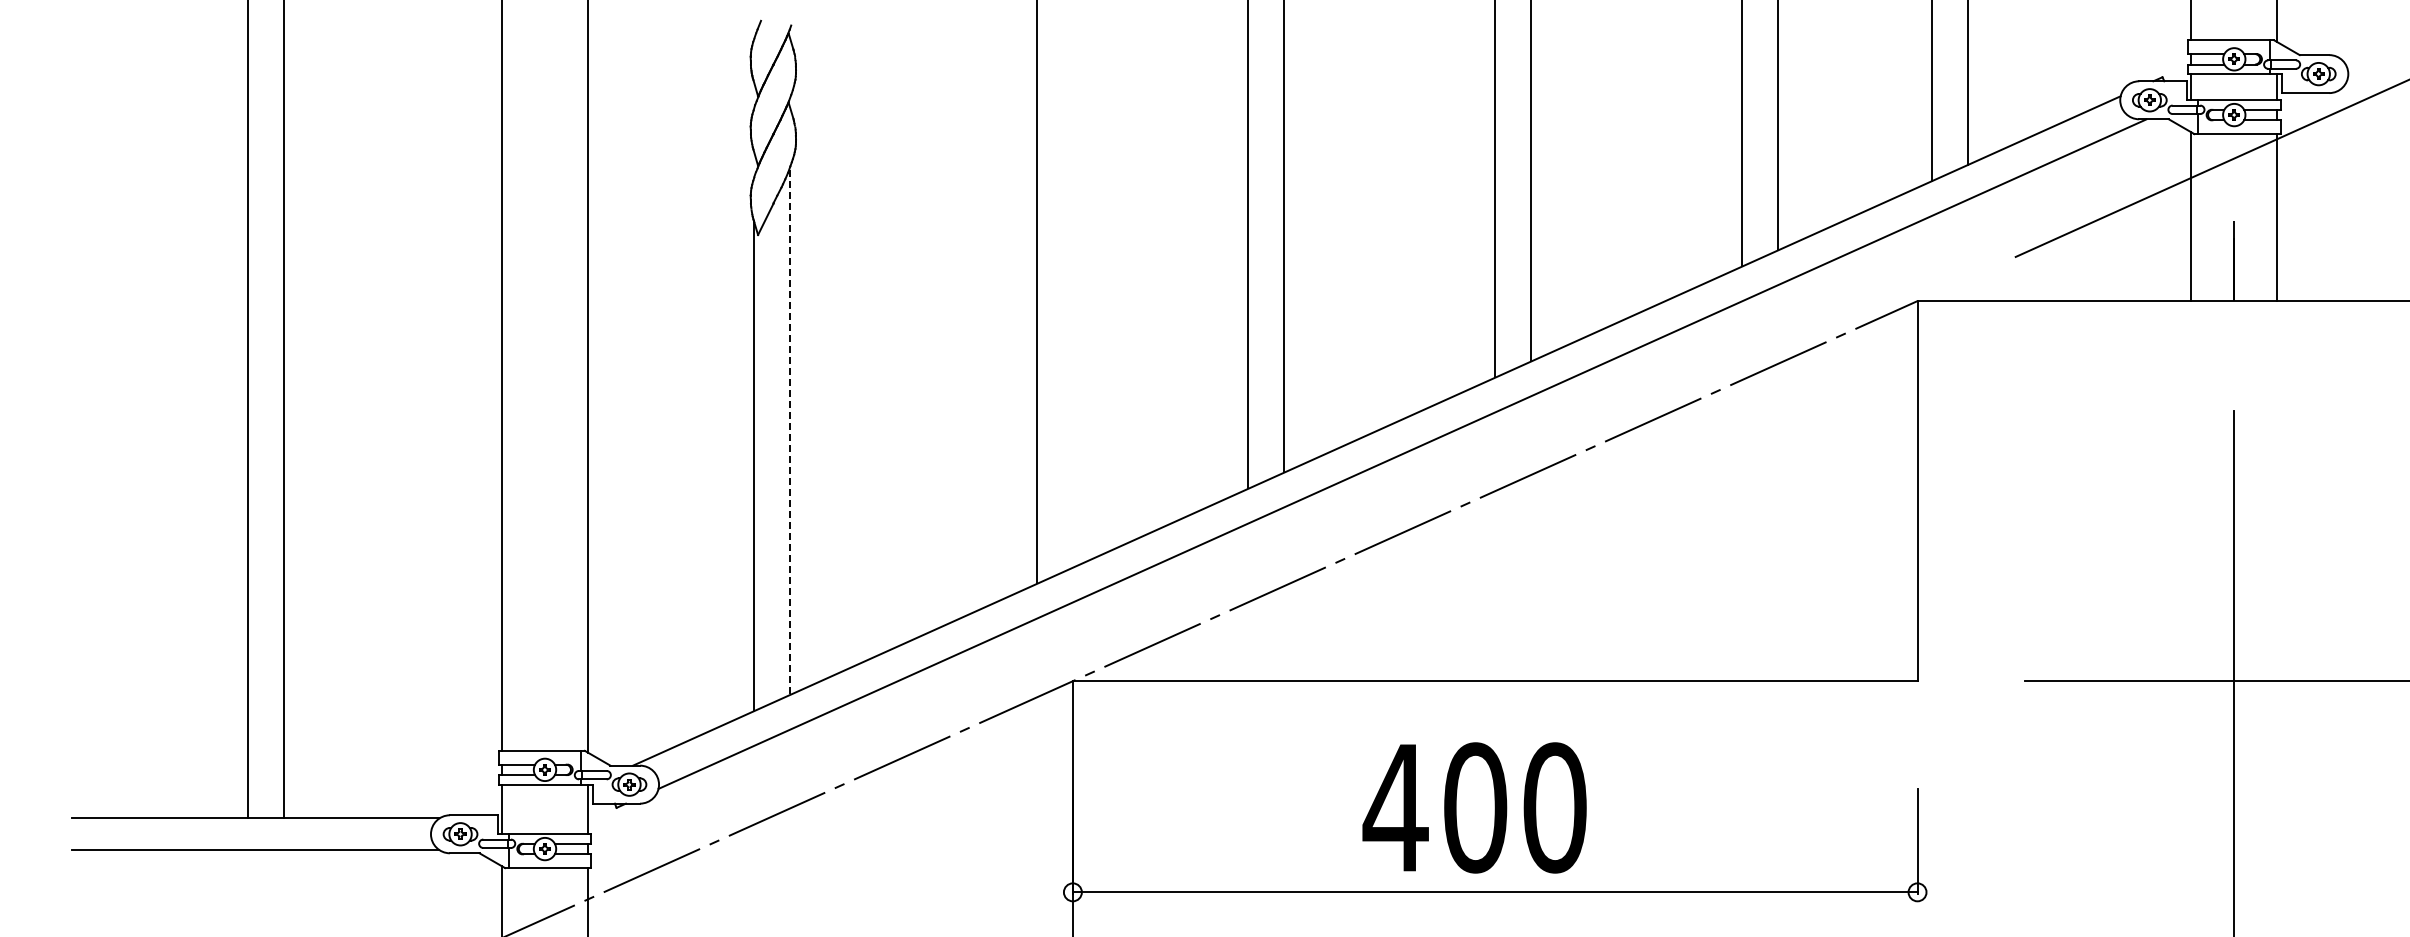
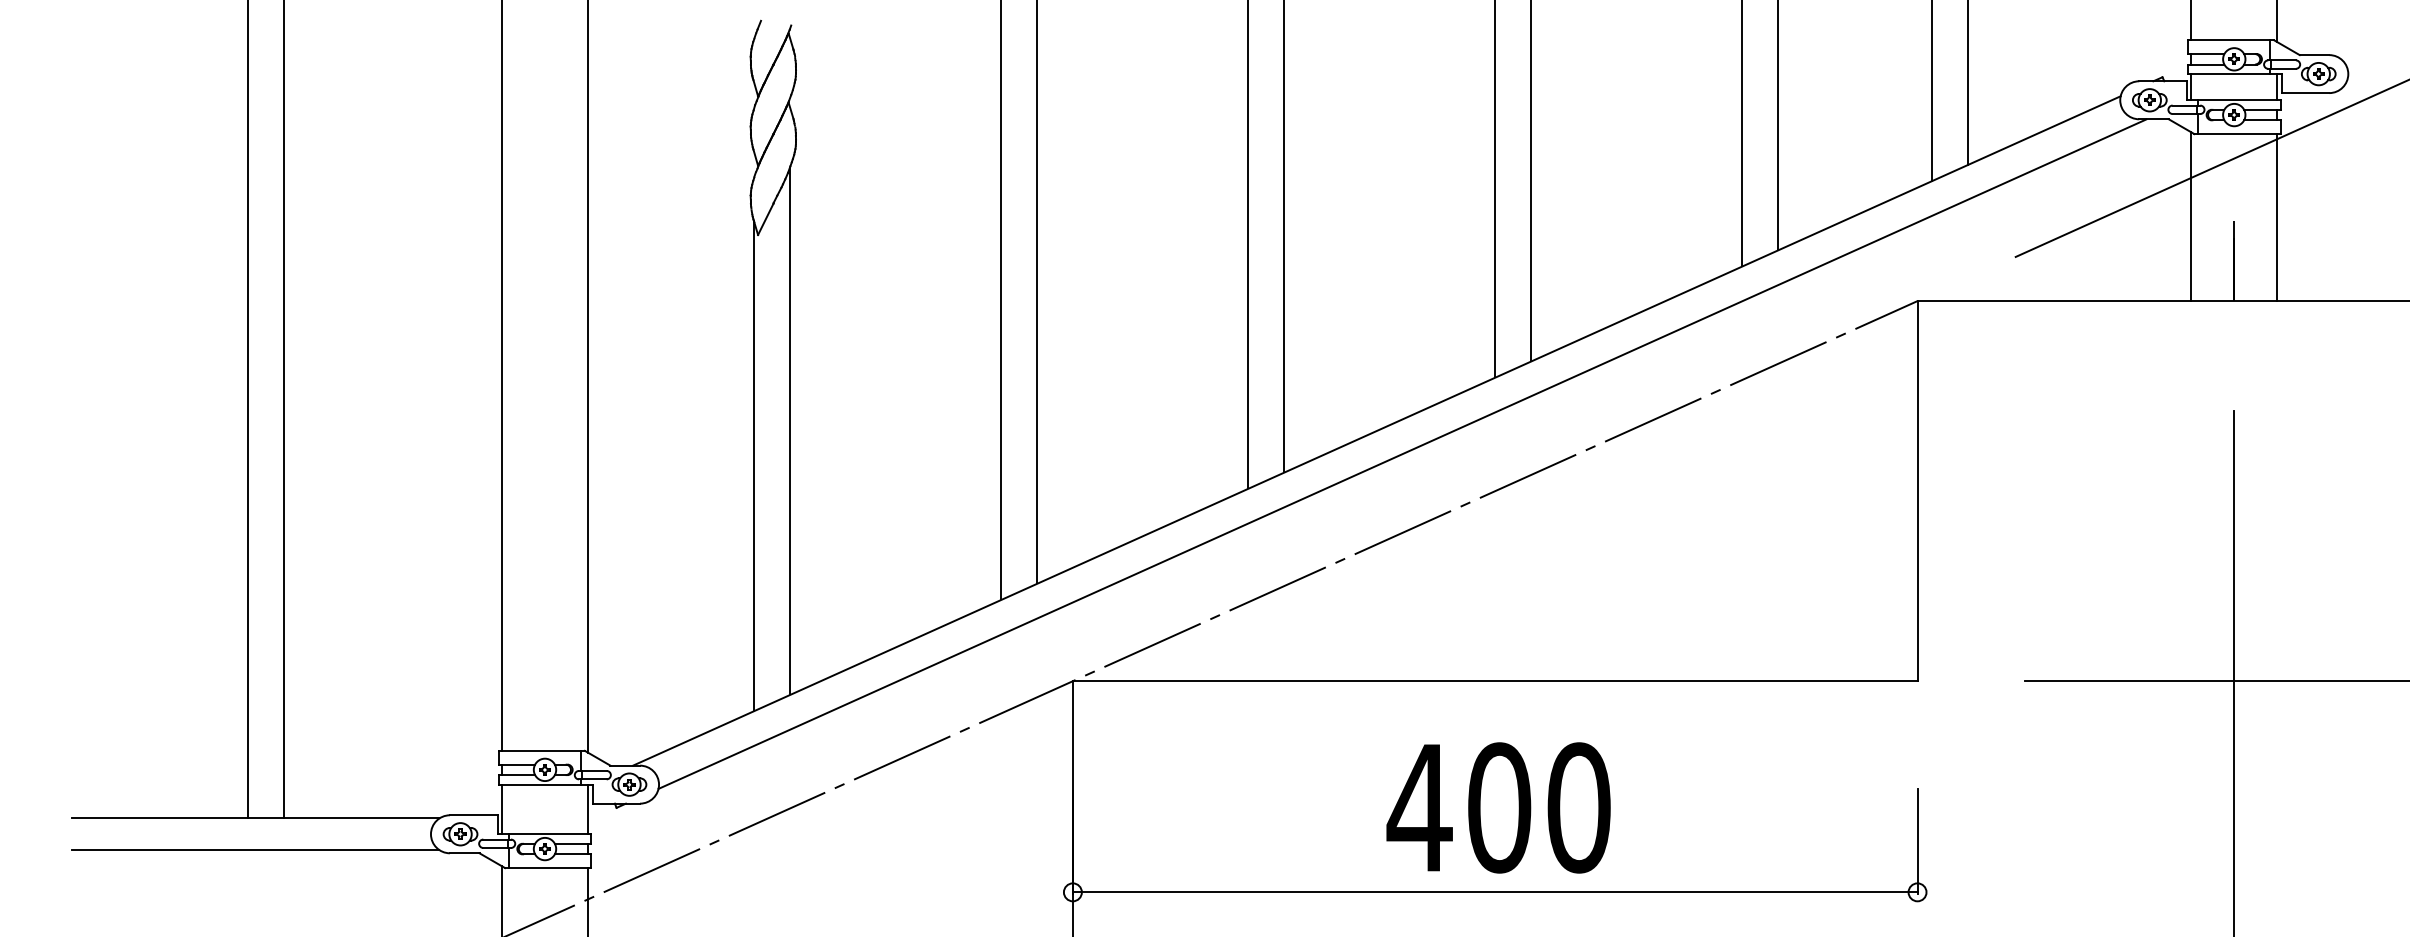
line at (1001, 300): none -> present
line at (789, 430): dashed -> solid
text at (1474, 807) position: (1474, 807) -> (1498, 807)
